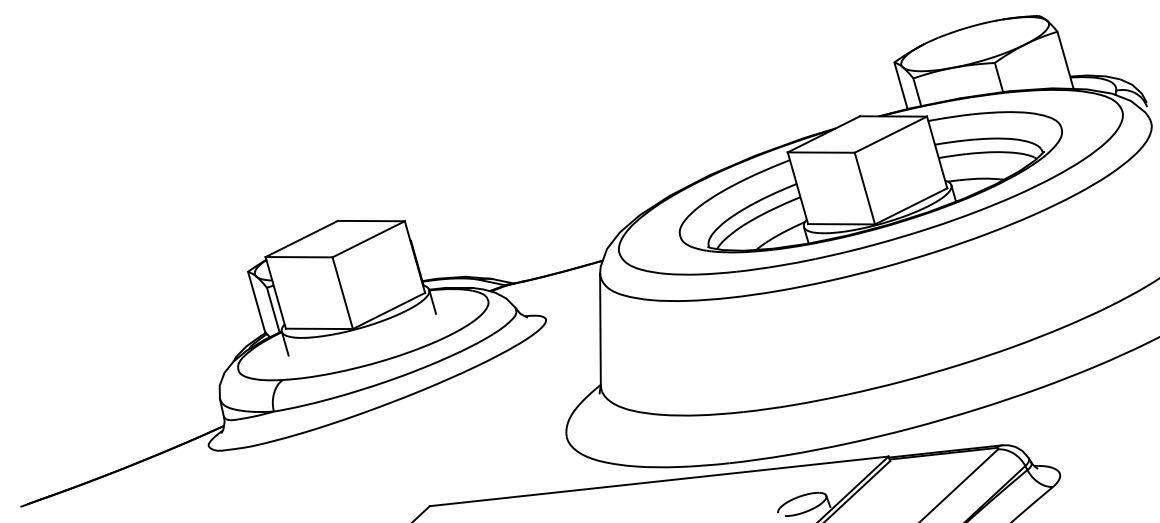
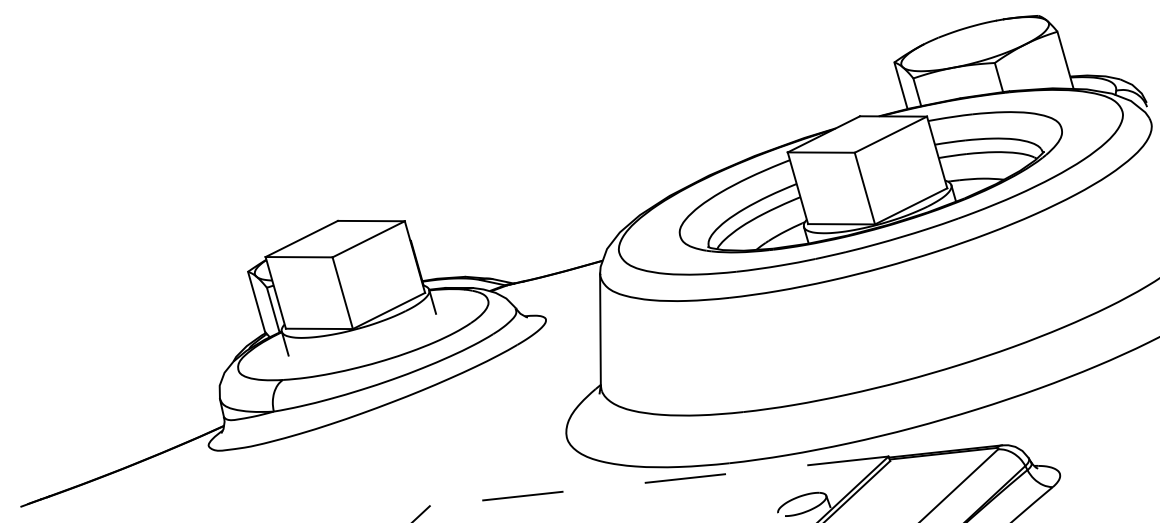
line at (659, 481): solid -> dashed
